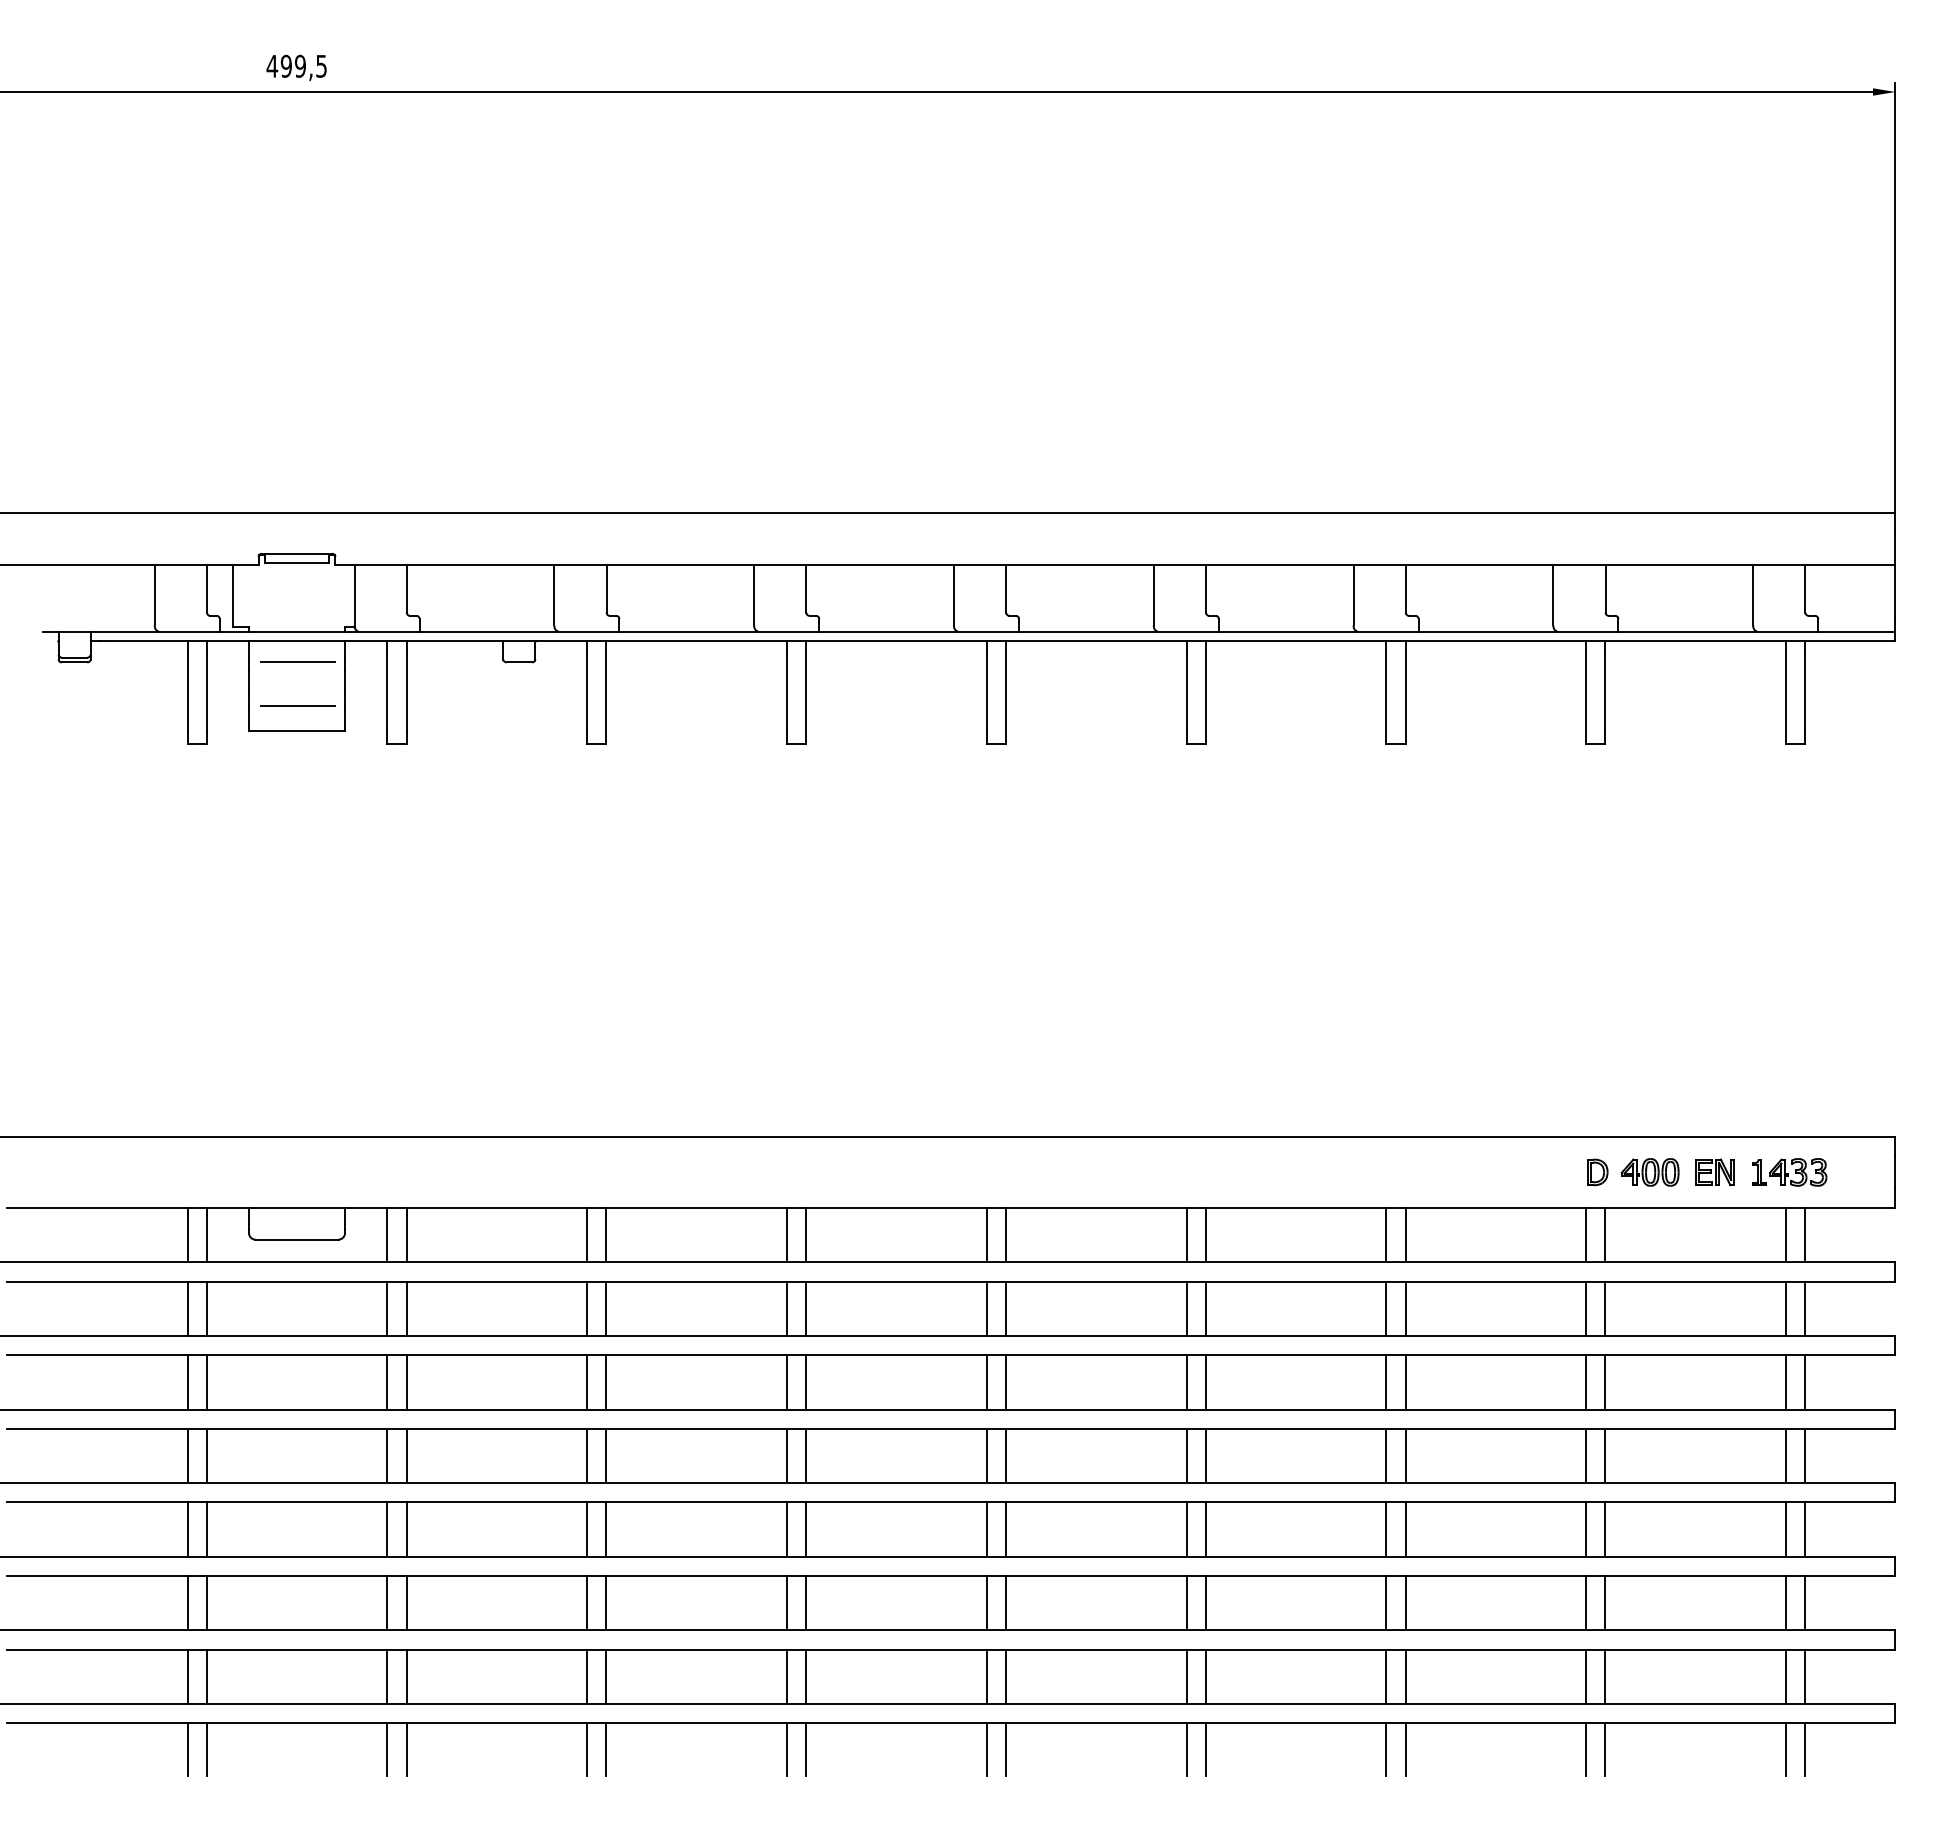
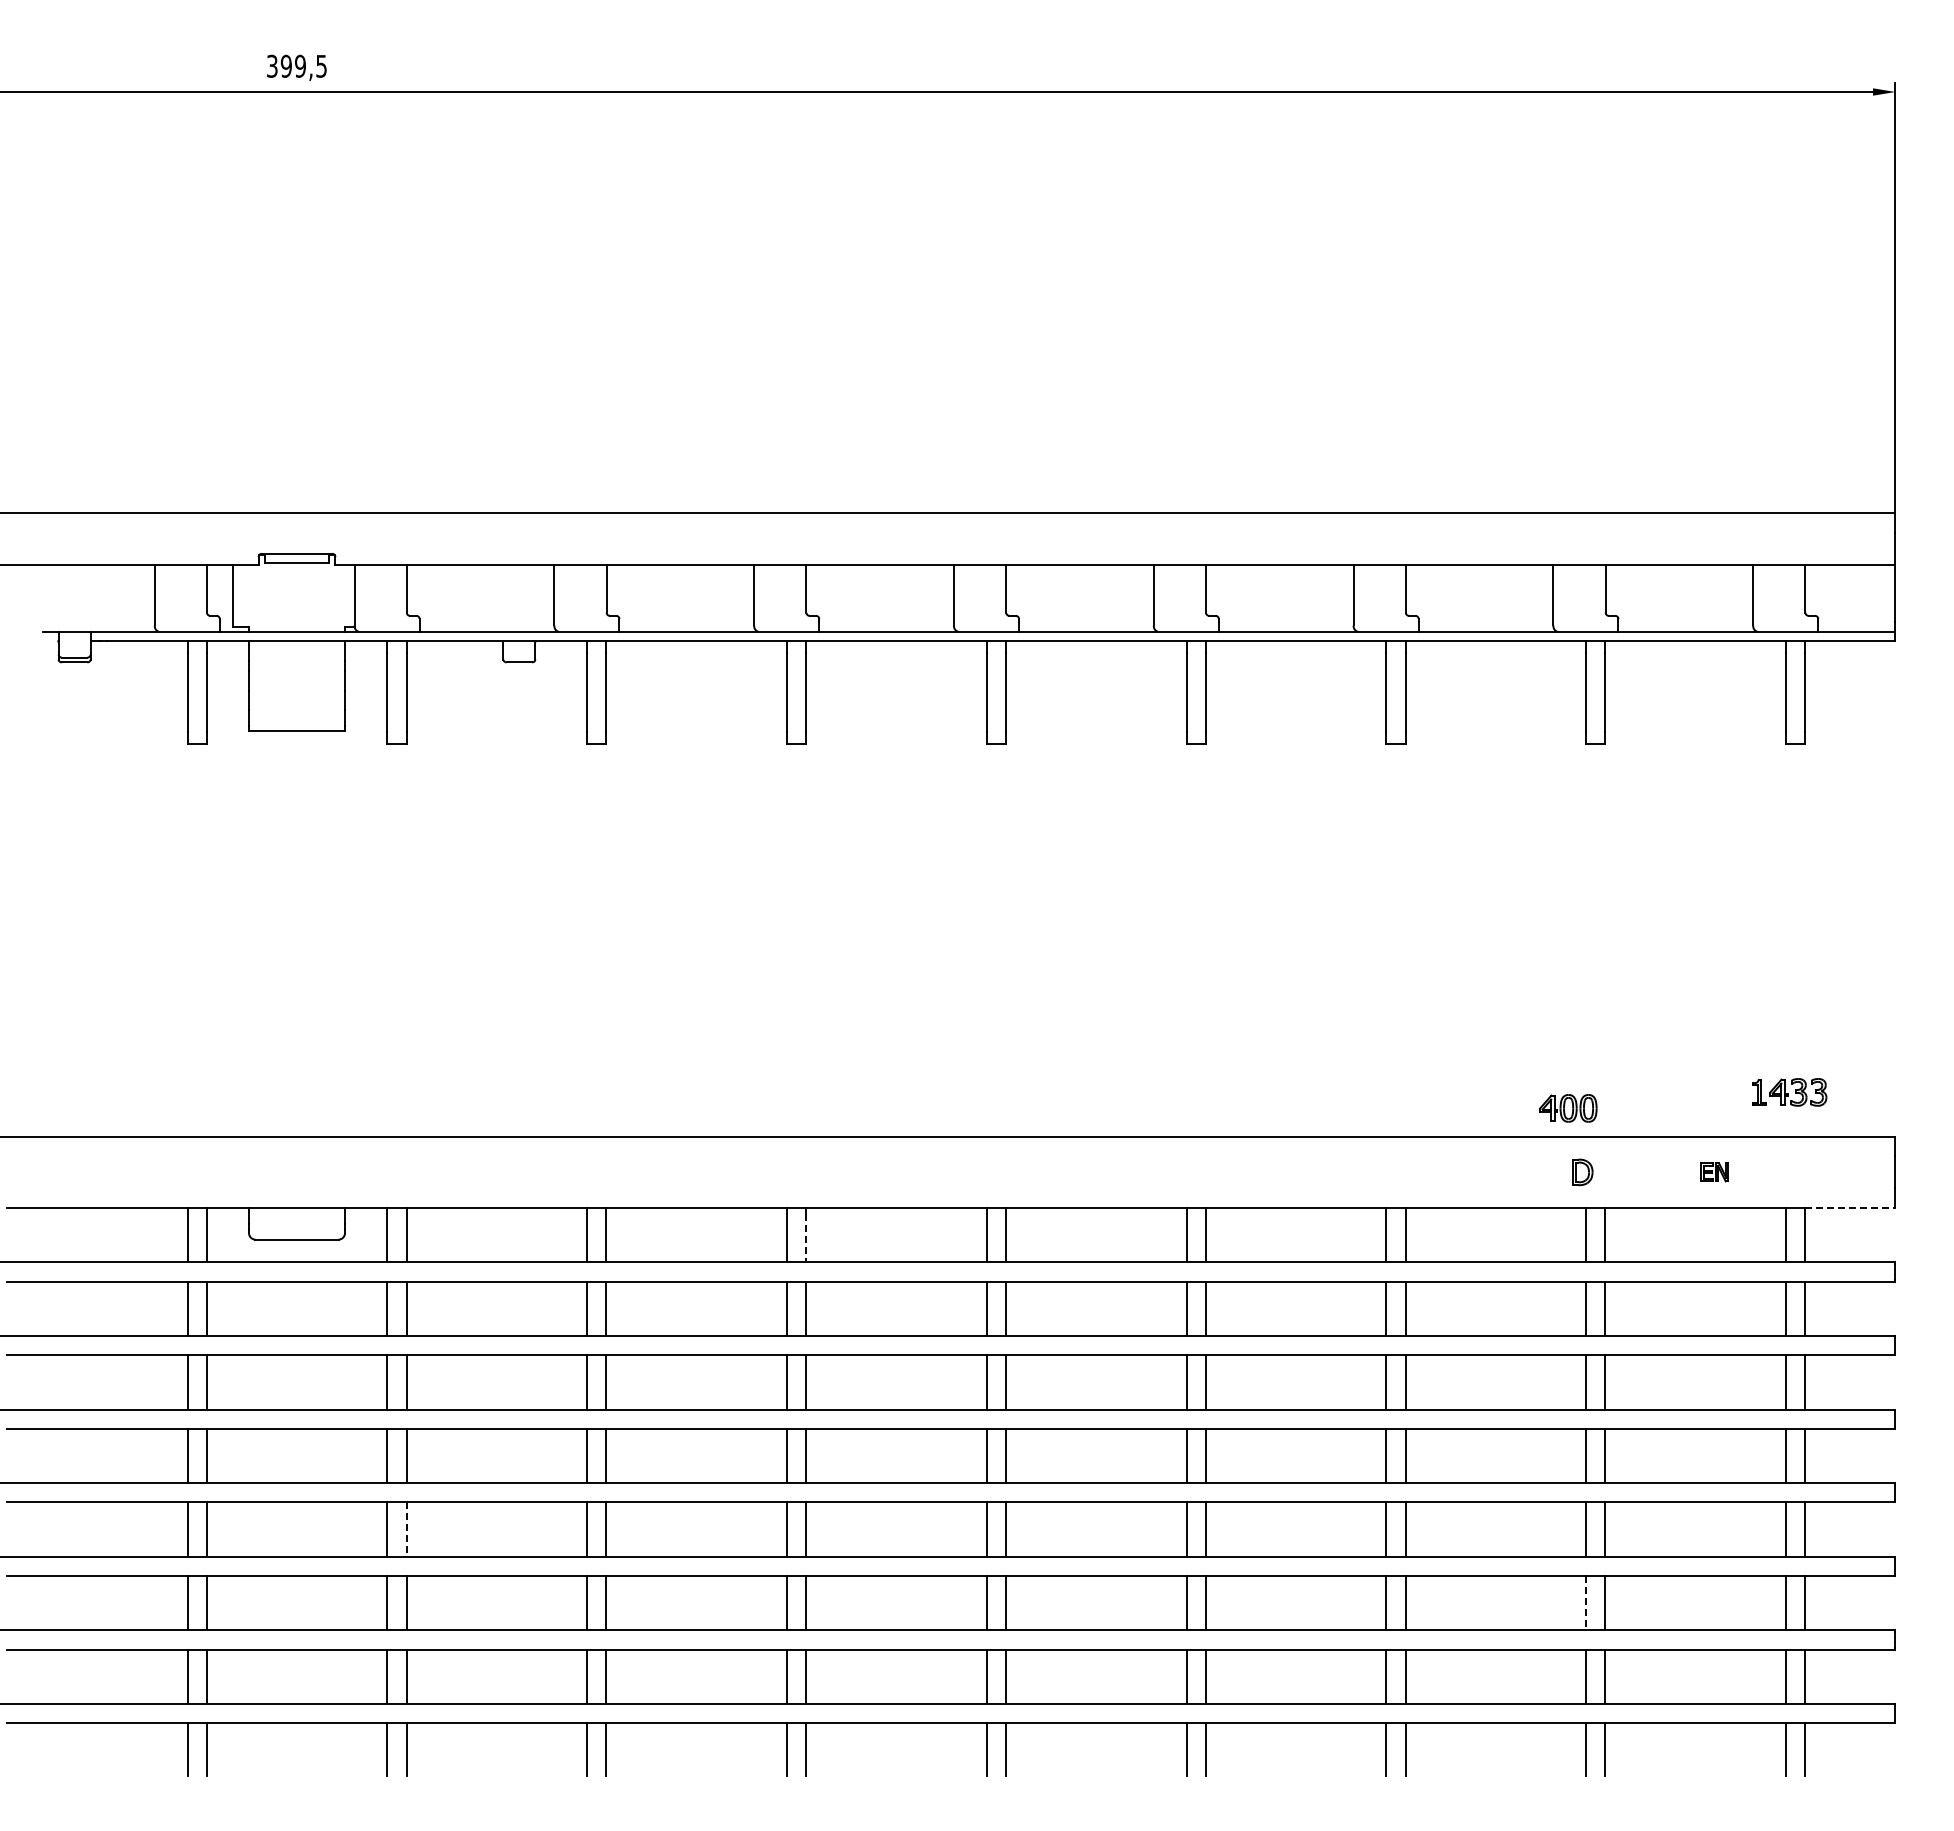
text at (272, 65): 499,5 -> 399,5
line at (297, 661): present -> none
line at (297, 705): present -> none
part at (1597, 1172) position: (1597, 1172) -> (1582, 1172)
part at (1649, 1172) position: (1649, 1172) -> (1567, 1108)
part at (1714, 1172) size: 40x29 px -> 29x21 px
part at (1789, 1172) position: (1789, 1172) -> (1789, 1092)
line at (1850, 1207): solid -> dashed
line at (806, 1237): solid -> dashed
line at (406, 1528): solid -> dashed
line at (1586, 1602): solid -> dashed
